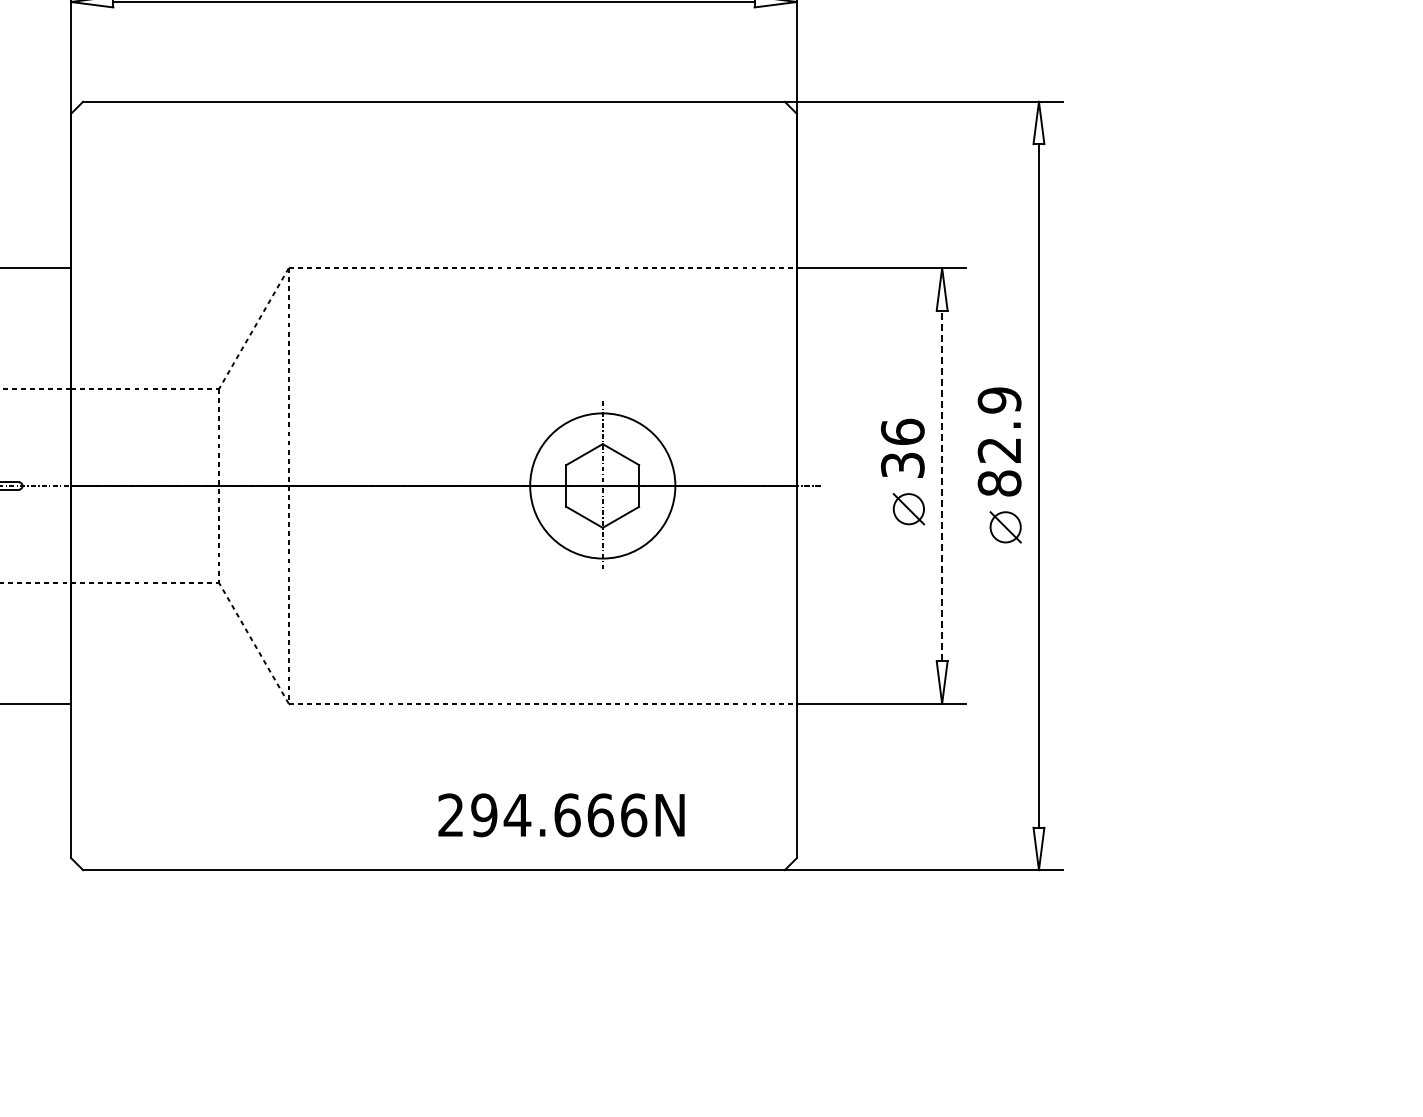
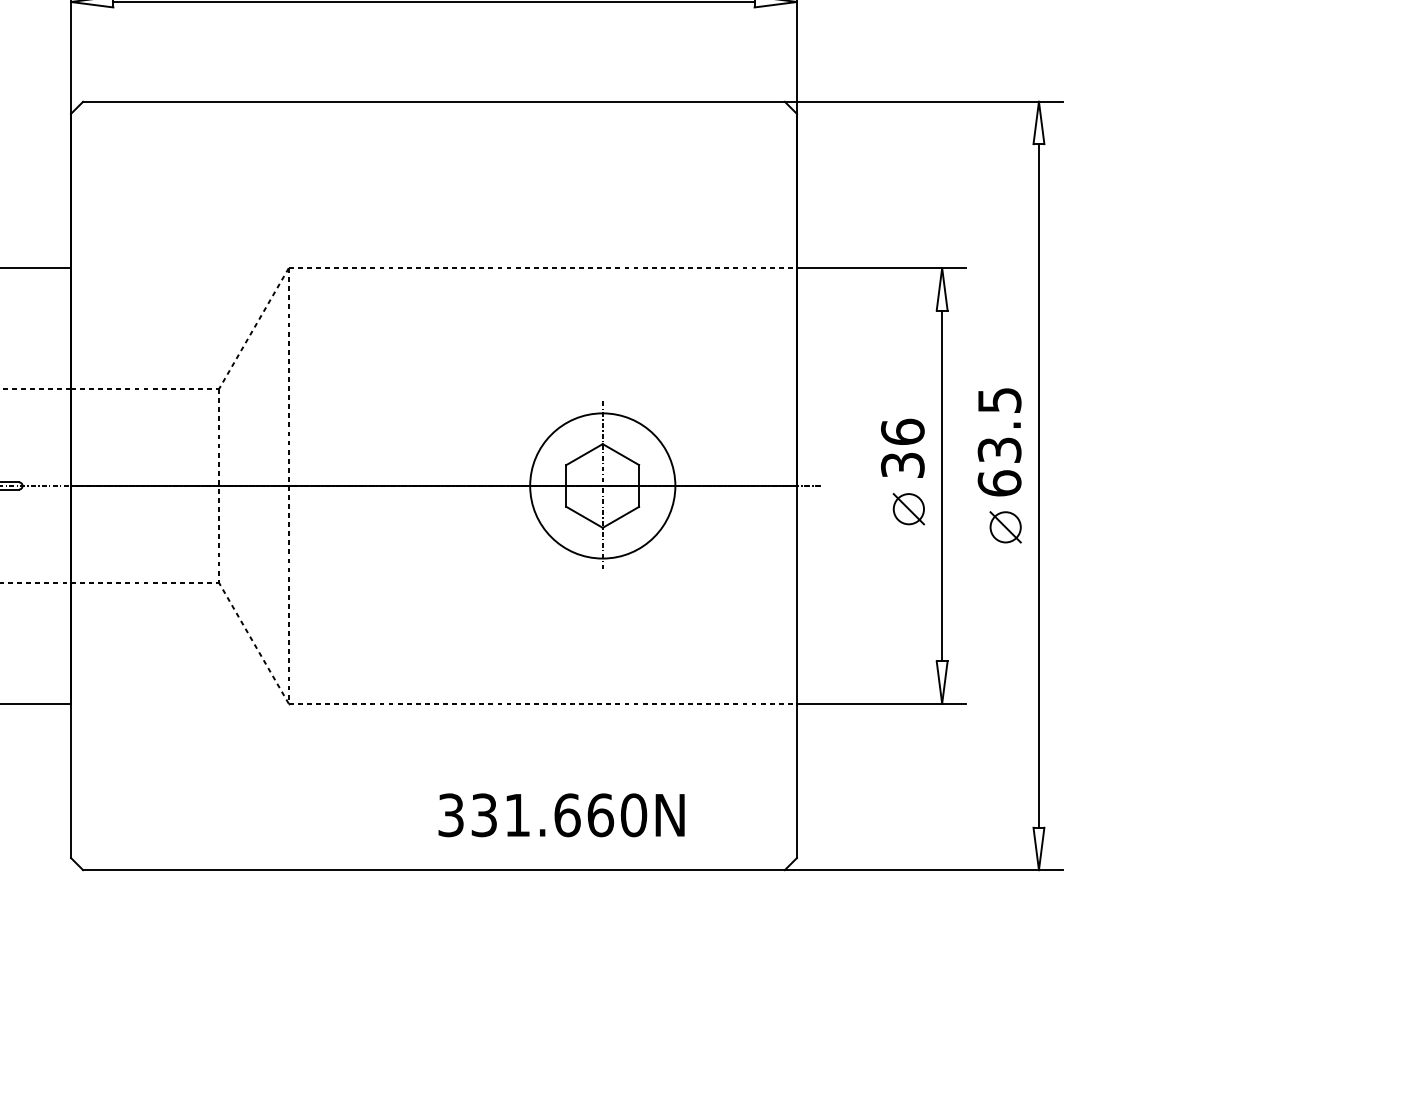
text at (999, 441): 82.9 -> 63.5
line at (942, 485): dashed -> solid
text at (542, 815): 294.666N -> 331.660N
